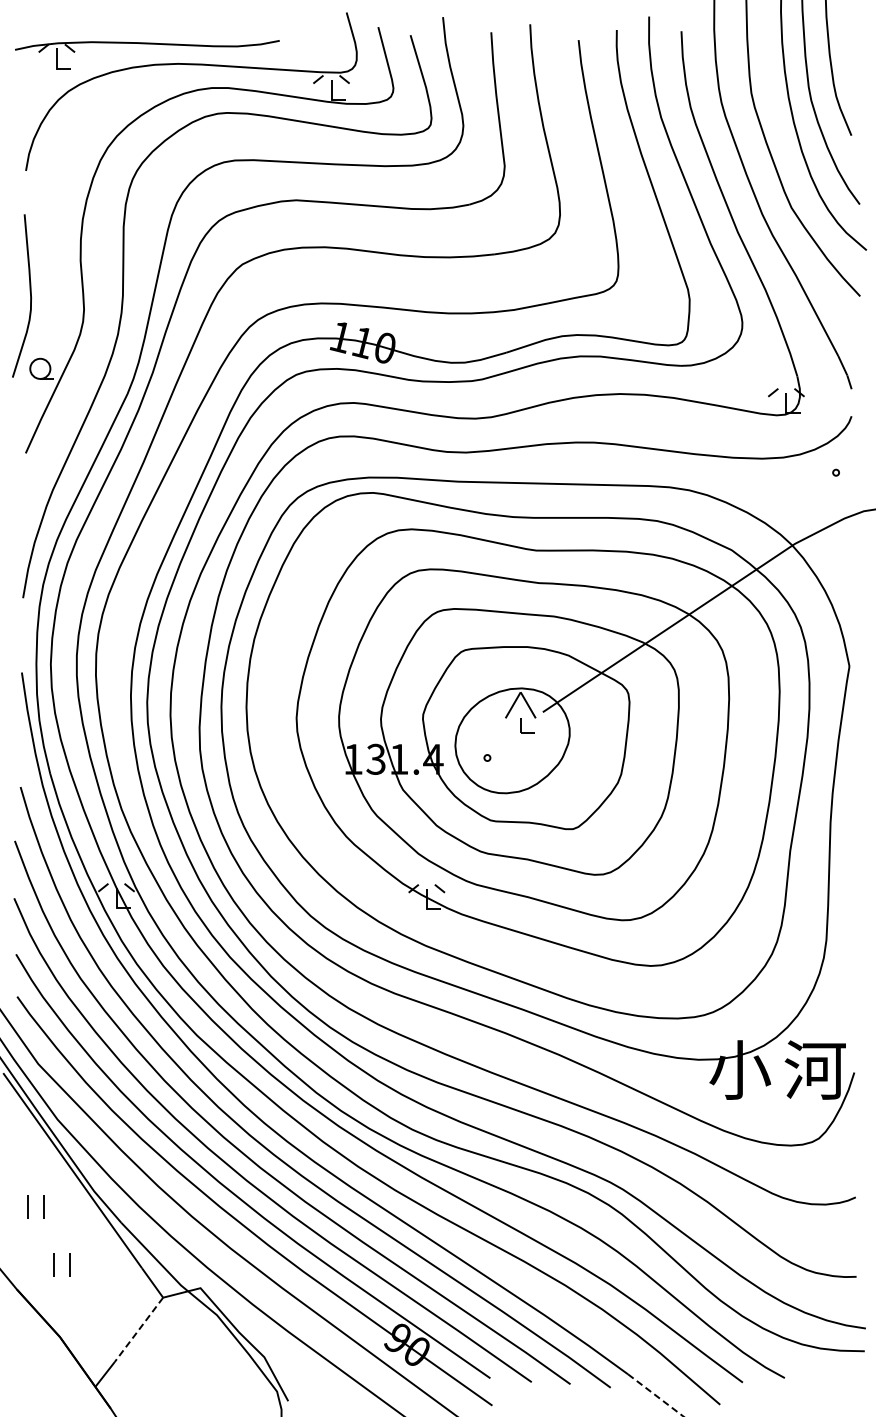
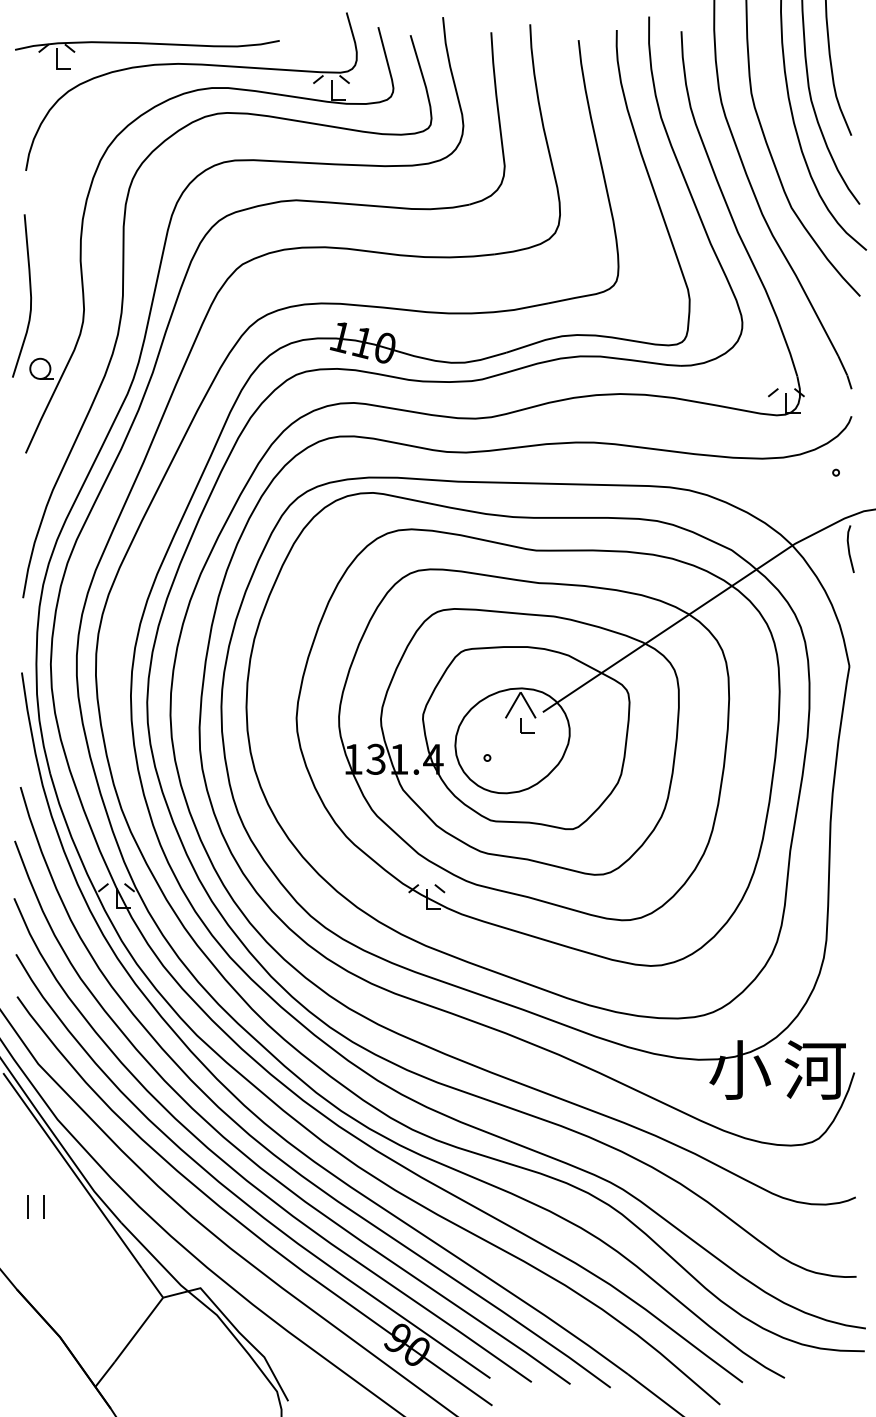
line at (849, 548): none -> present
part at (54, 1264): present -> none
line at (138, 1330): dashed -> solid
line at (655, 1395): dashed -> solid
